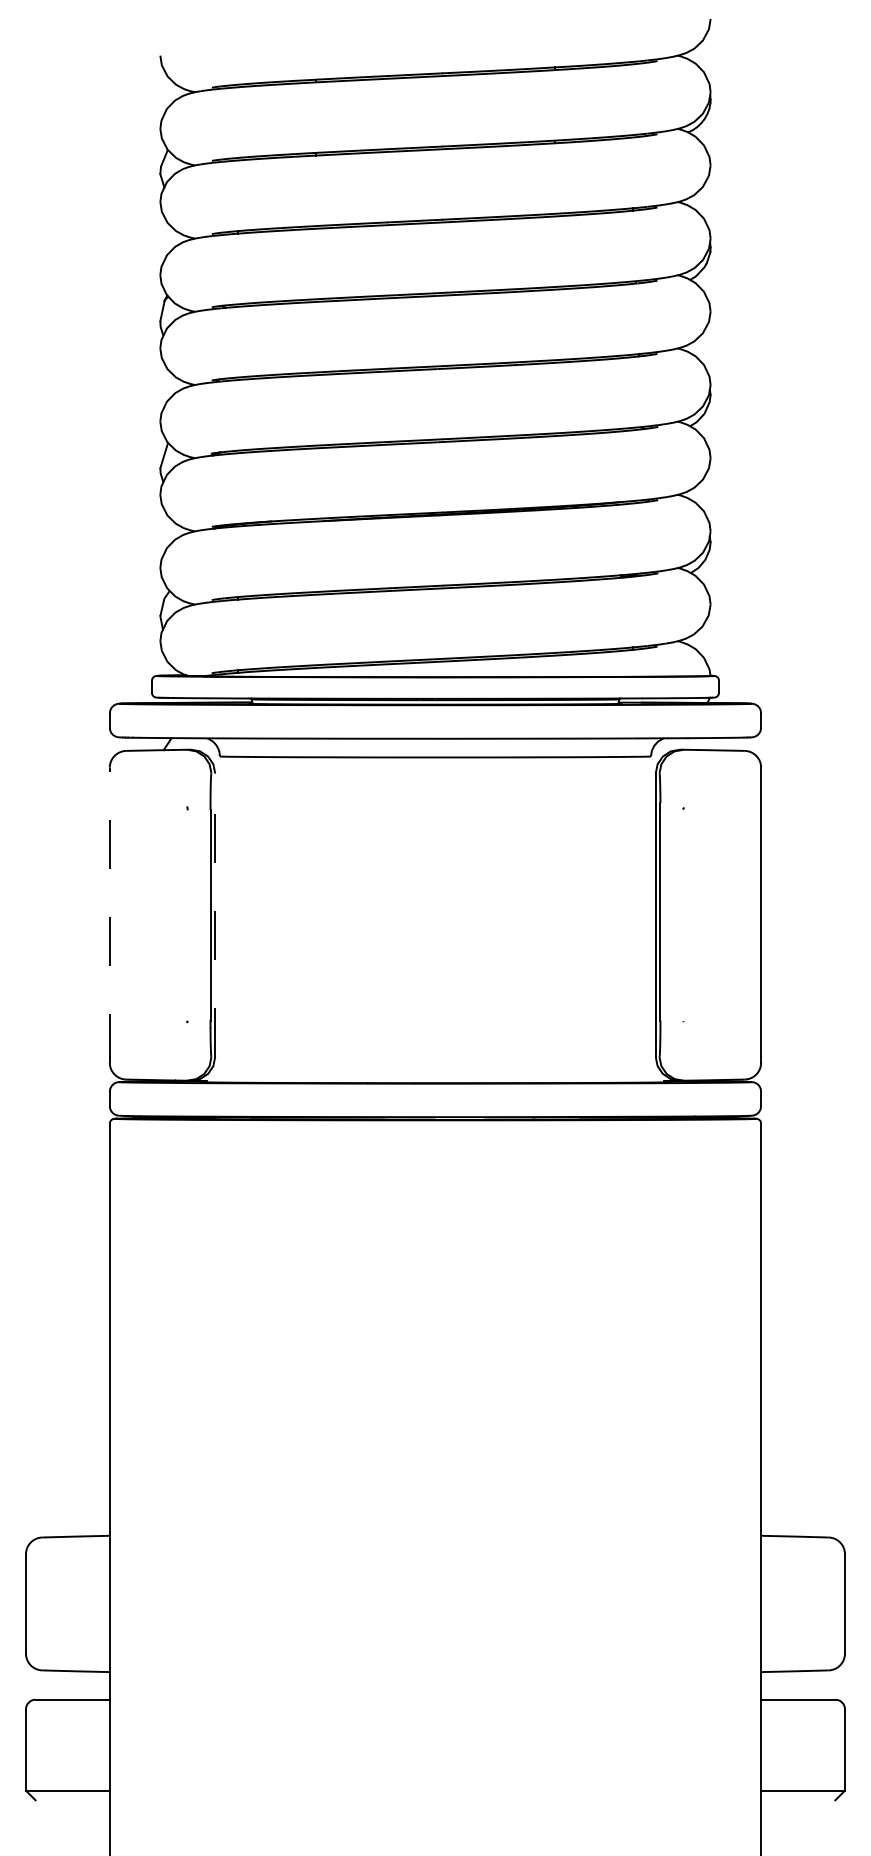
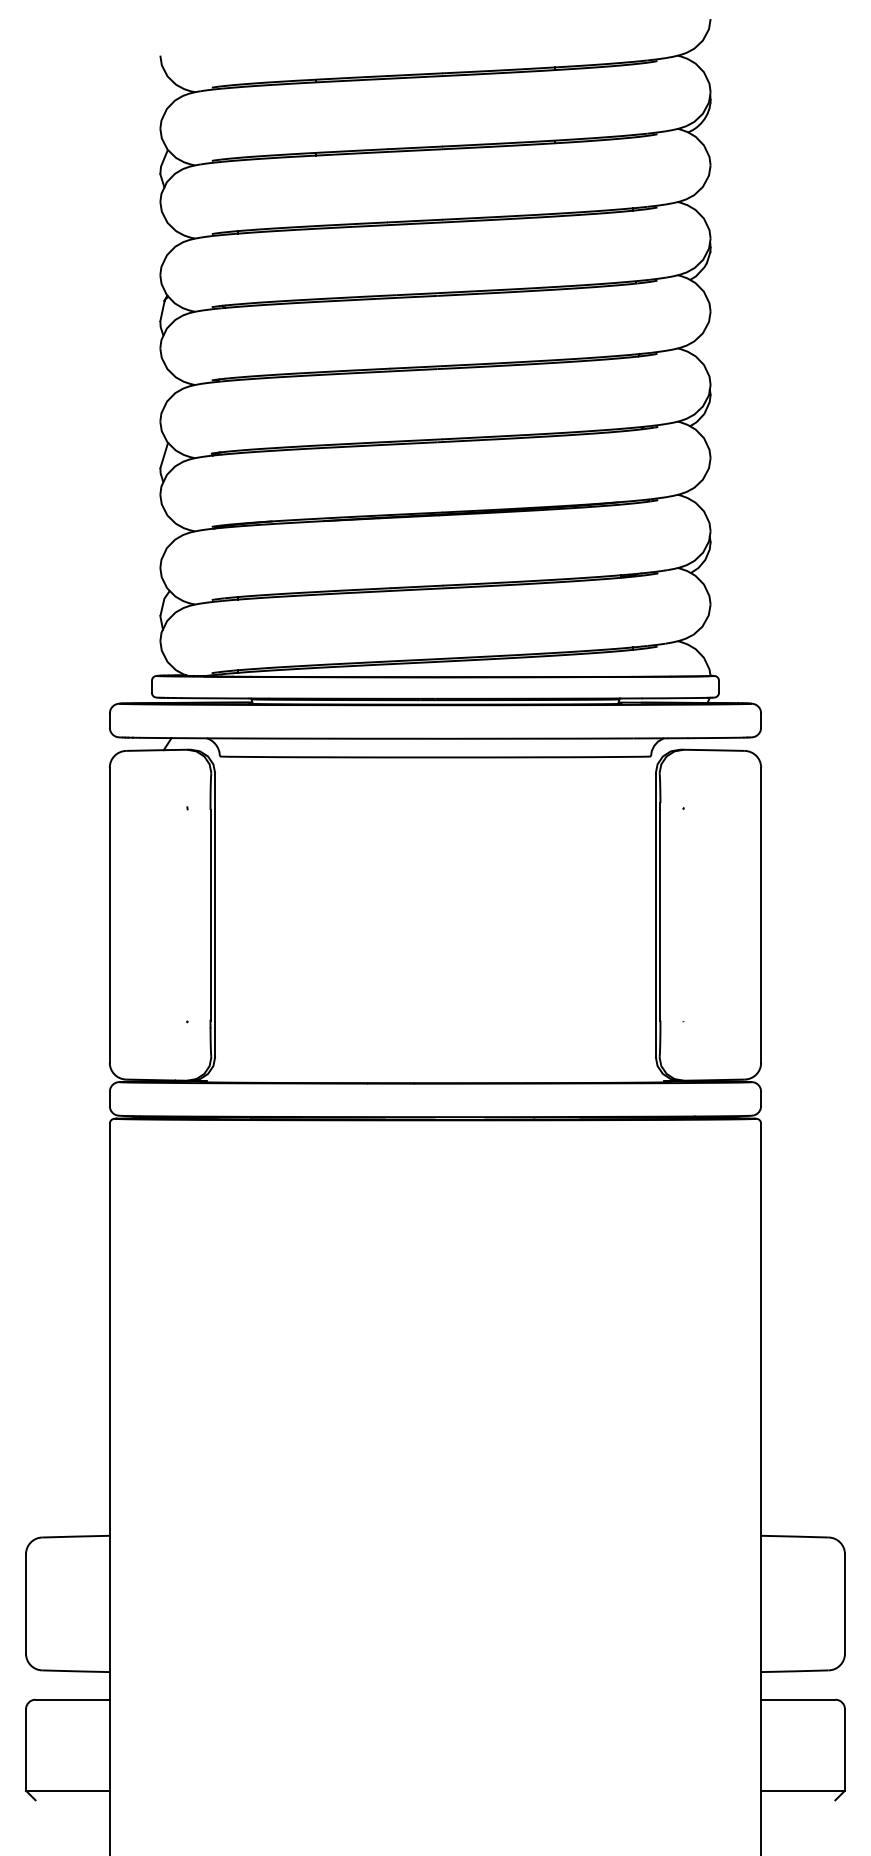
line at (109, 915): dashed -> solid
line at (215, 915): dashed -> solid
